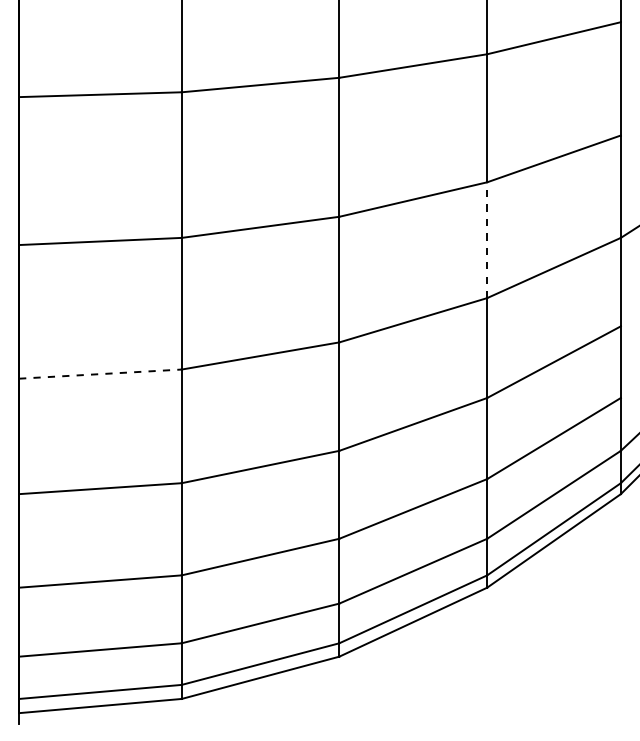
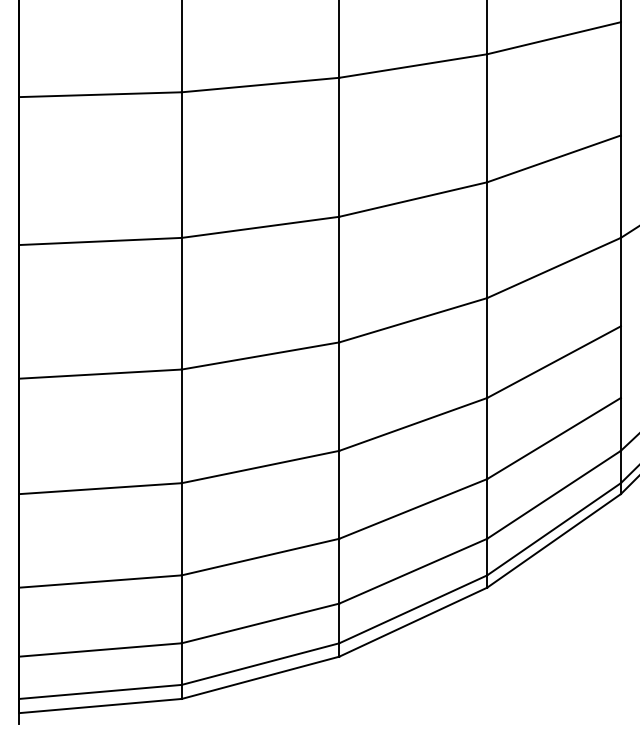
line at (487, 240): dashed -> solid
line at (100, 374): dashed -> solid
